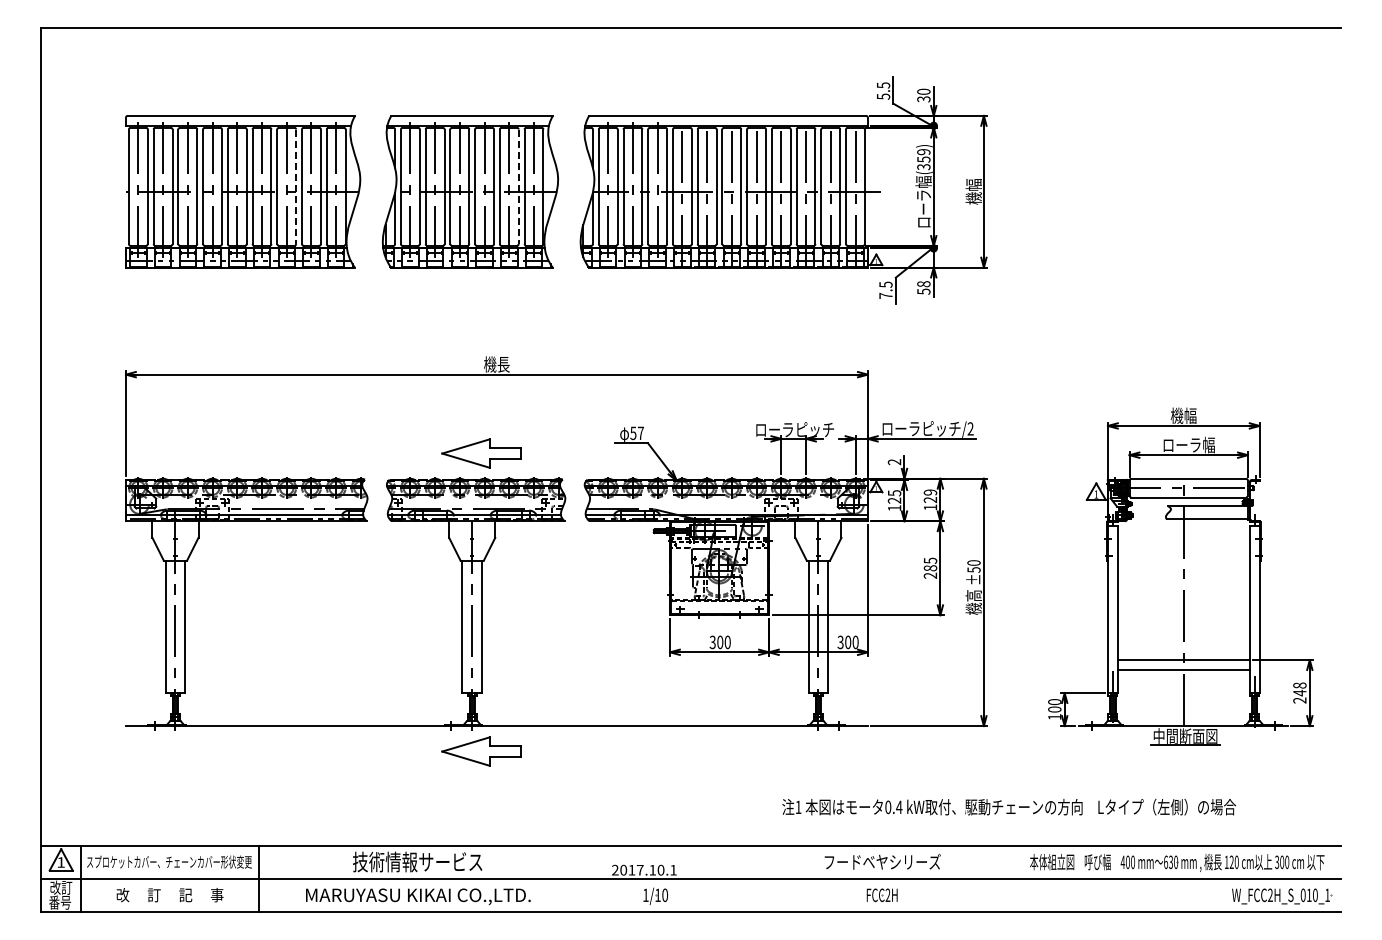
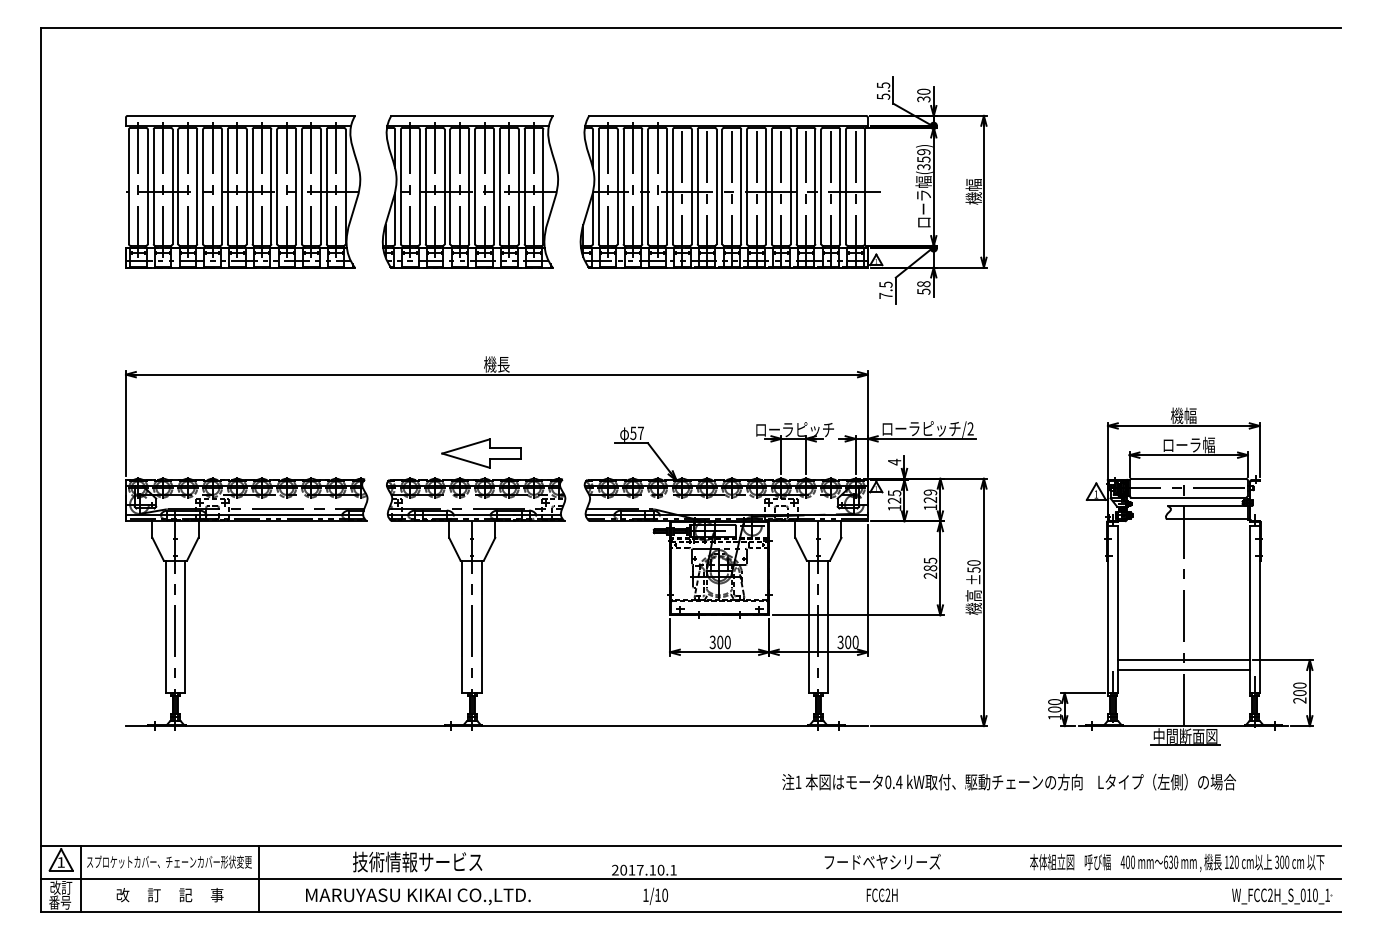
line at (296, 187): dashed -> solid
line at (518, 187): dashed -> solid
text at (894, 461): 2 -> 4
text at (1299, 689): 248 -> 200
part at (481, 751): present -> none
text at (1008, 806) position: (1008, 806) -> (1008, 781)
